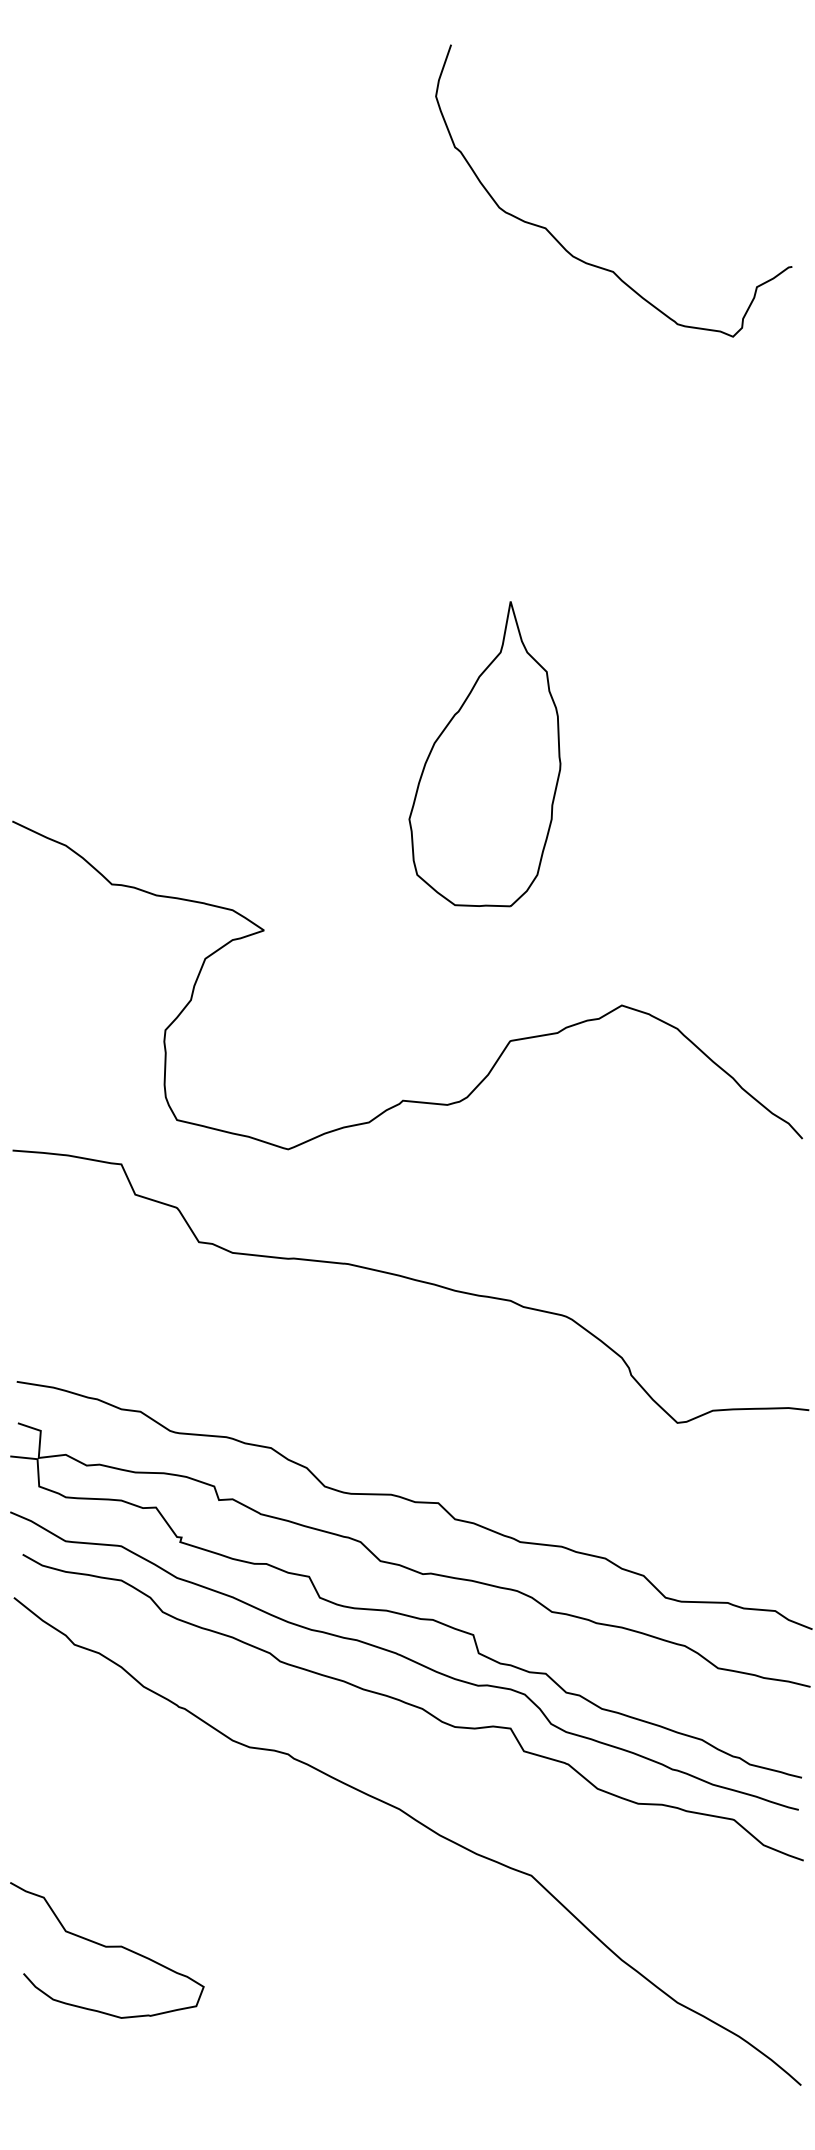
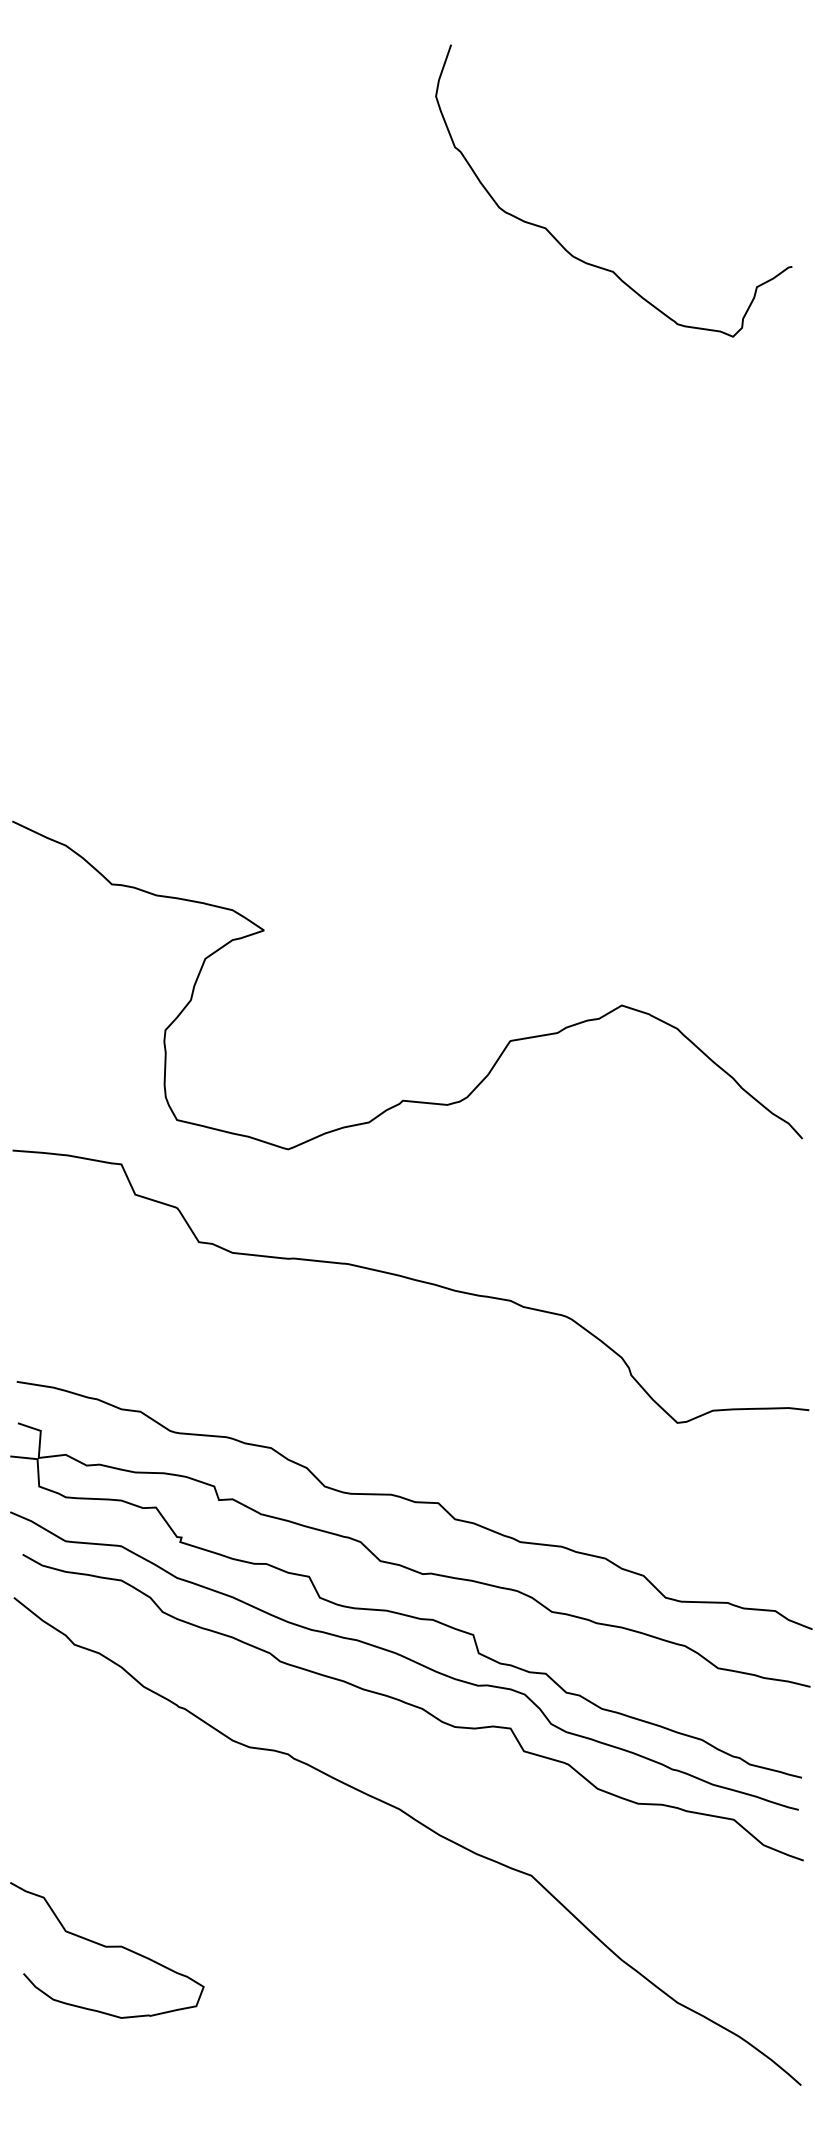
part at (484, 754): present -> none
